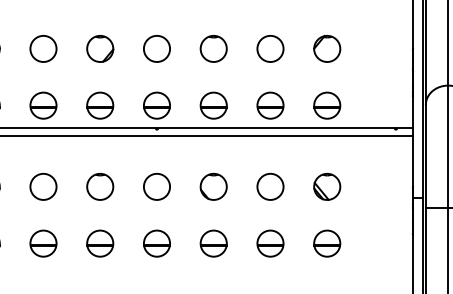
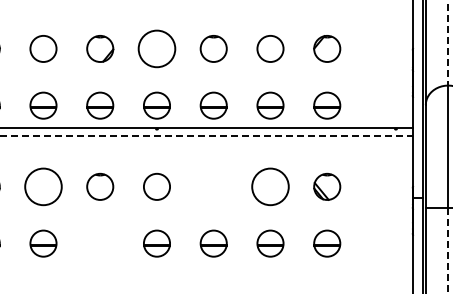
line at (448, 43): solid -> dashed
circle at (156, 48) diameter: 26 px -> 37 px
line at (207, 136): solid -> dashed
circle at (43, 186) diameter: 26 px -> 37 px
part at (213, 186): present -> none
circle at (270, 186) diameter: 26 px -> 37 px
part at (100, 243): present -> none
line at (448, 251): solid -> dashed
